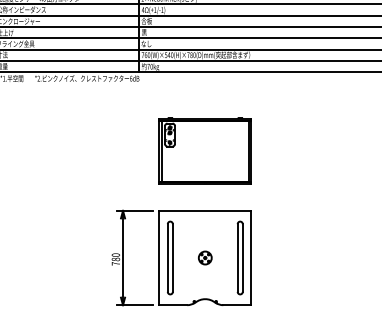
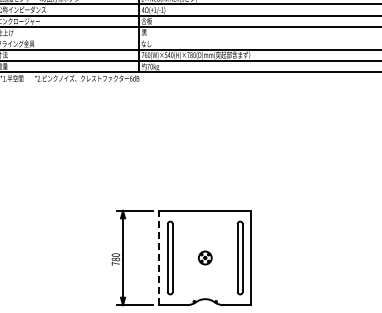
line at (190, 38): present -> none
part at (204, 150): present -> none
line at (159, 257): solid -> dashed
